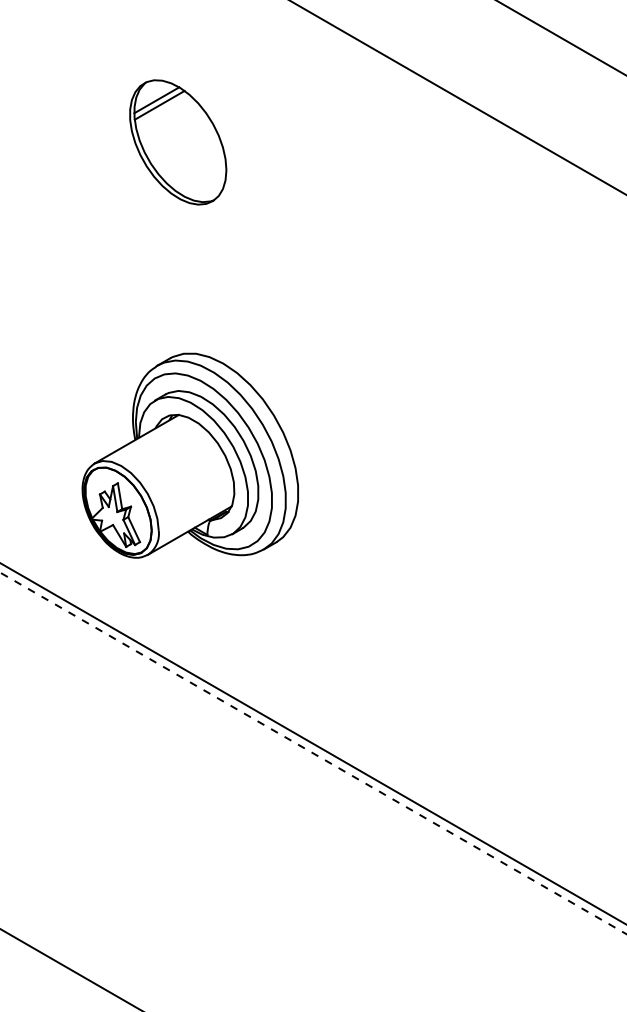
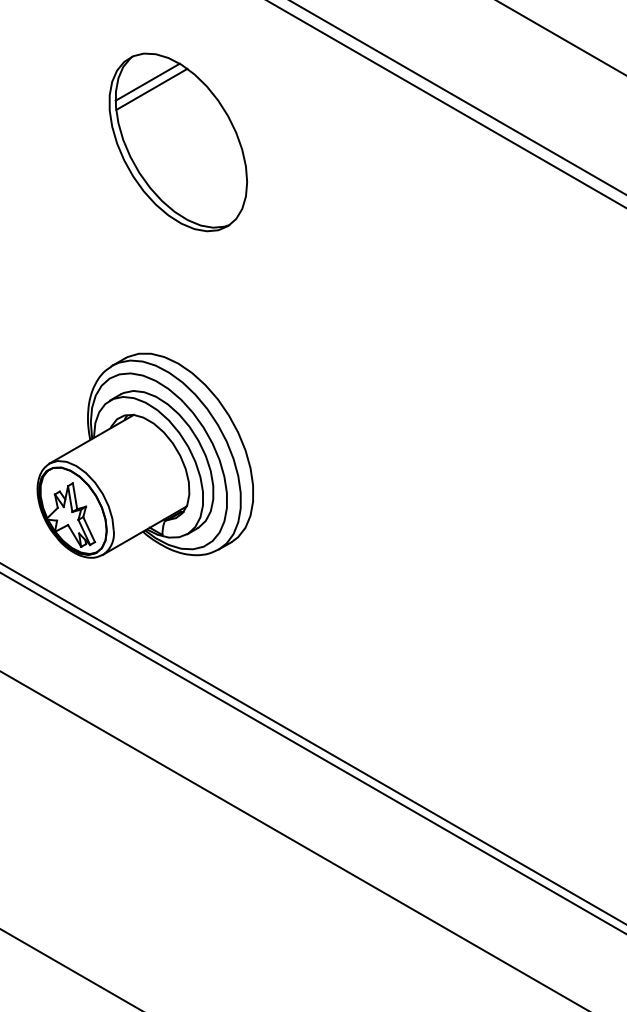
line at (446, 104): none -> present
part at (178, 142) size: 99x127 px -> 140x181 px
part at (189, 455) position: (189, 455) -> (144, 455)
line at (314, 753): dashed -> solid
line at (293, 840): none -> present
